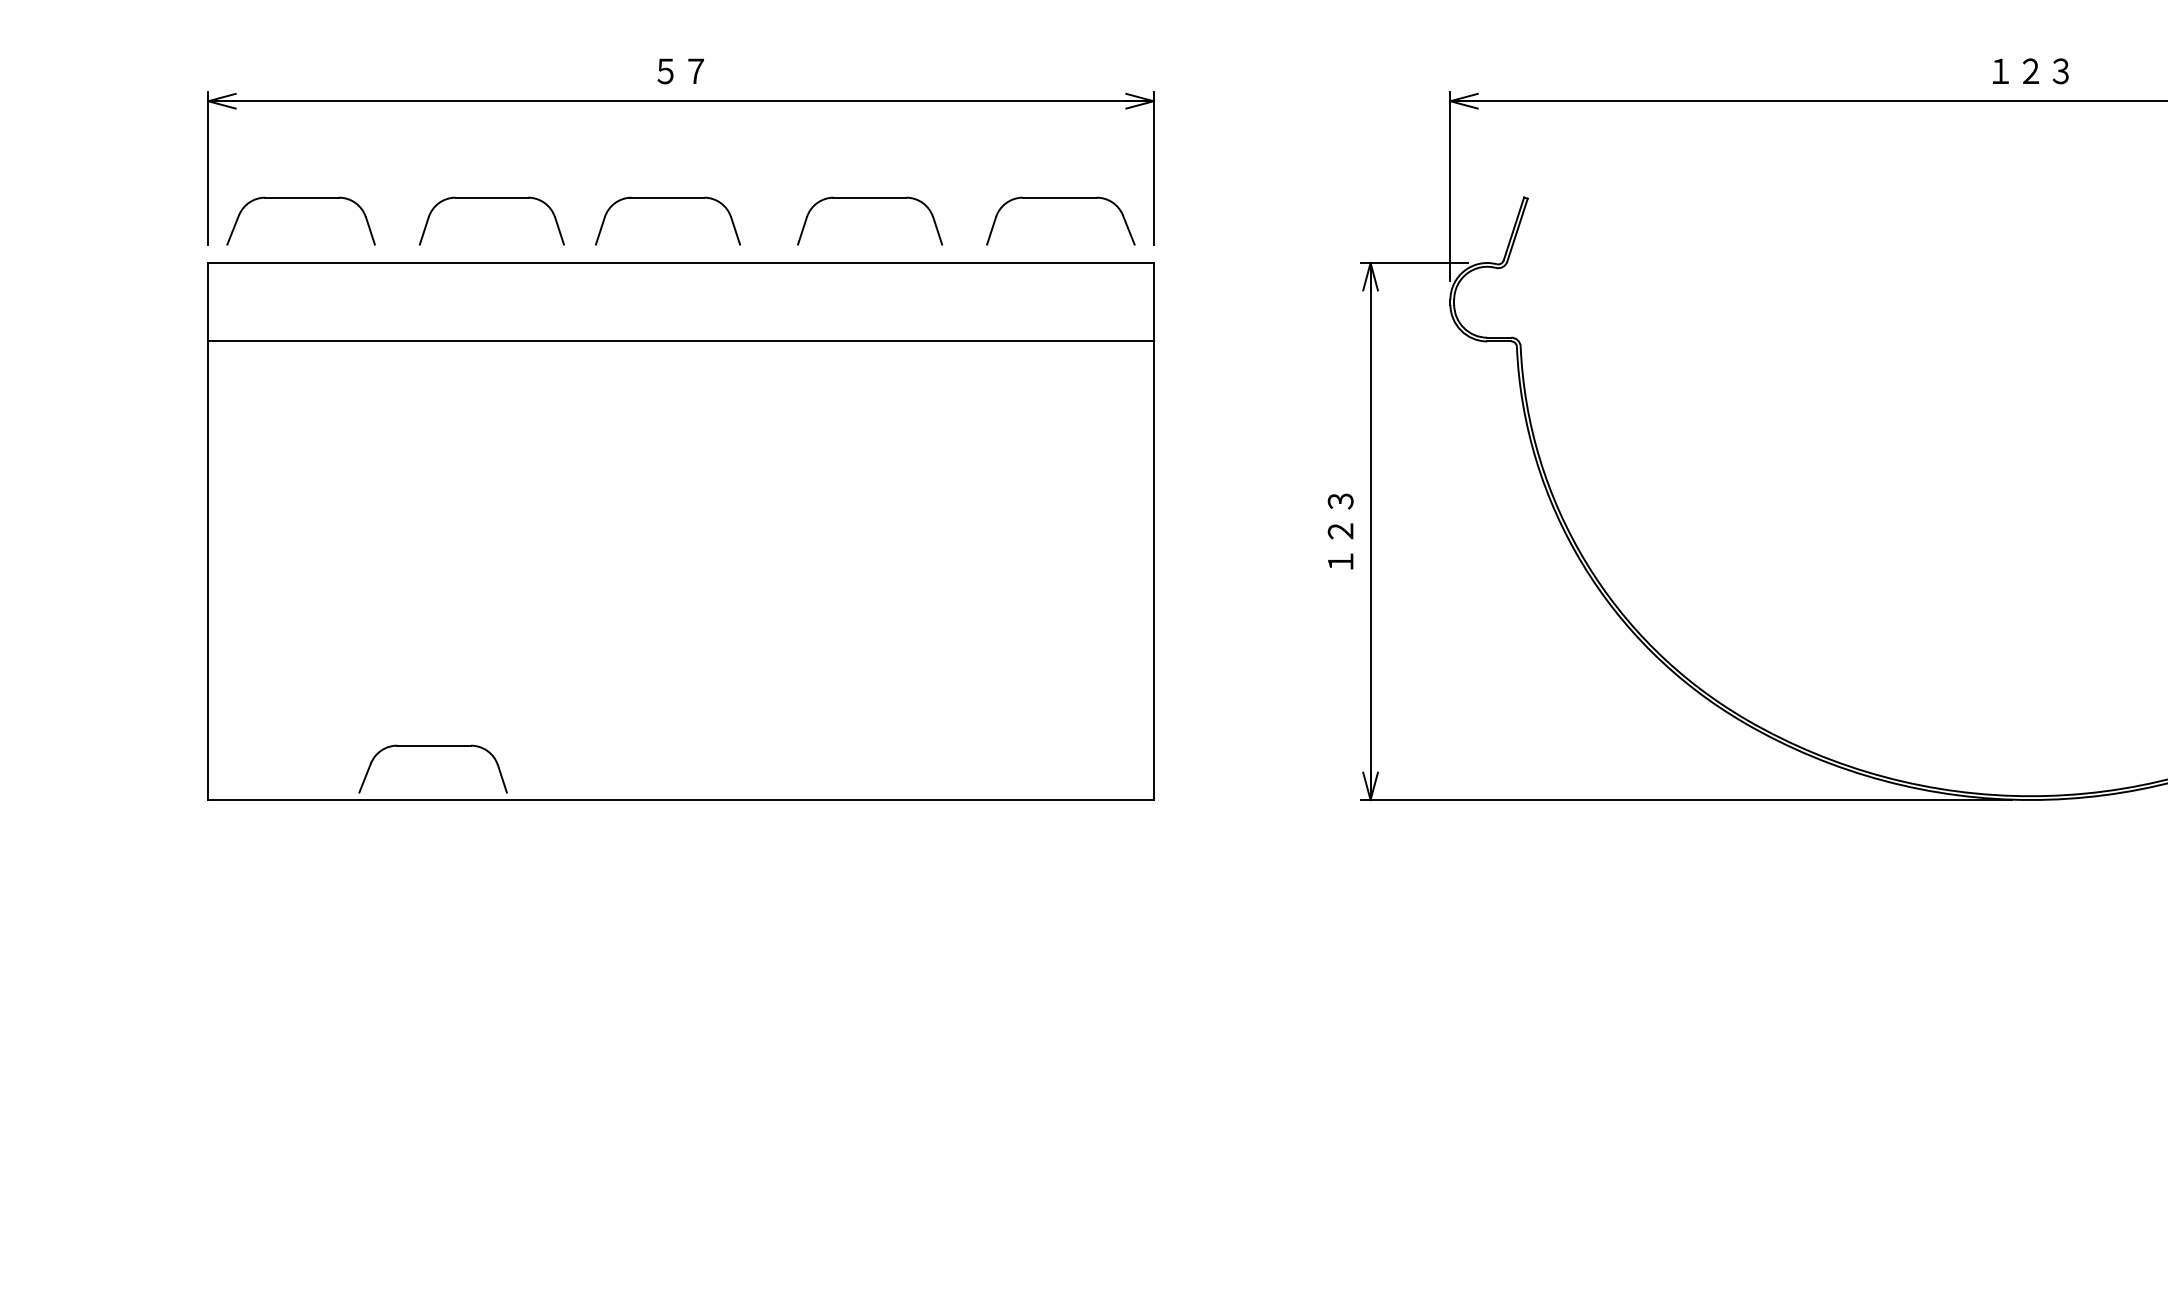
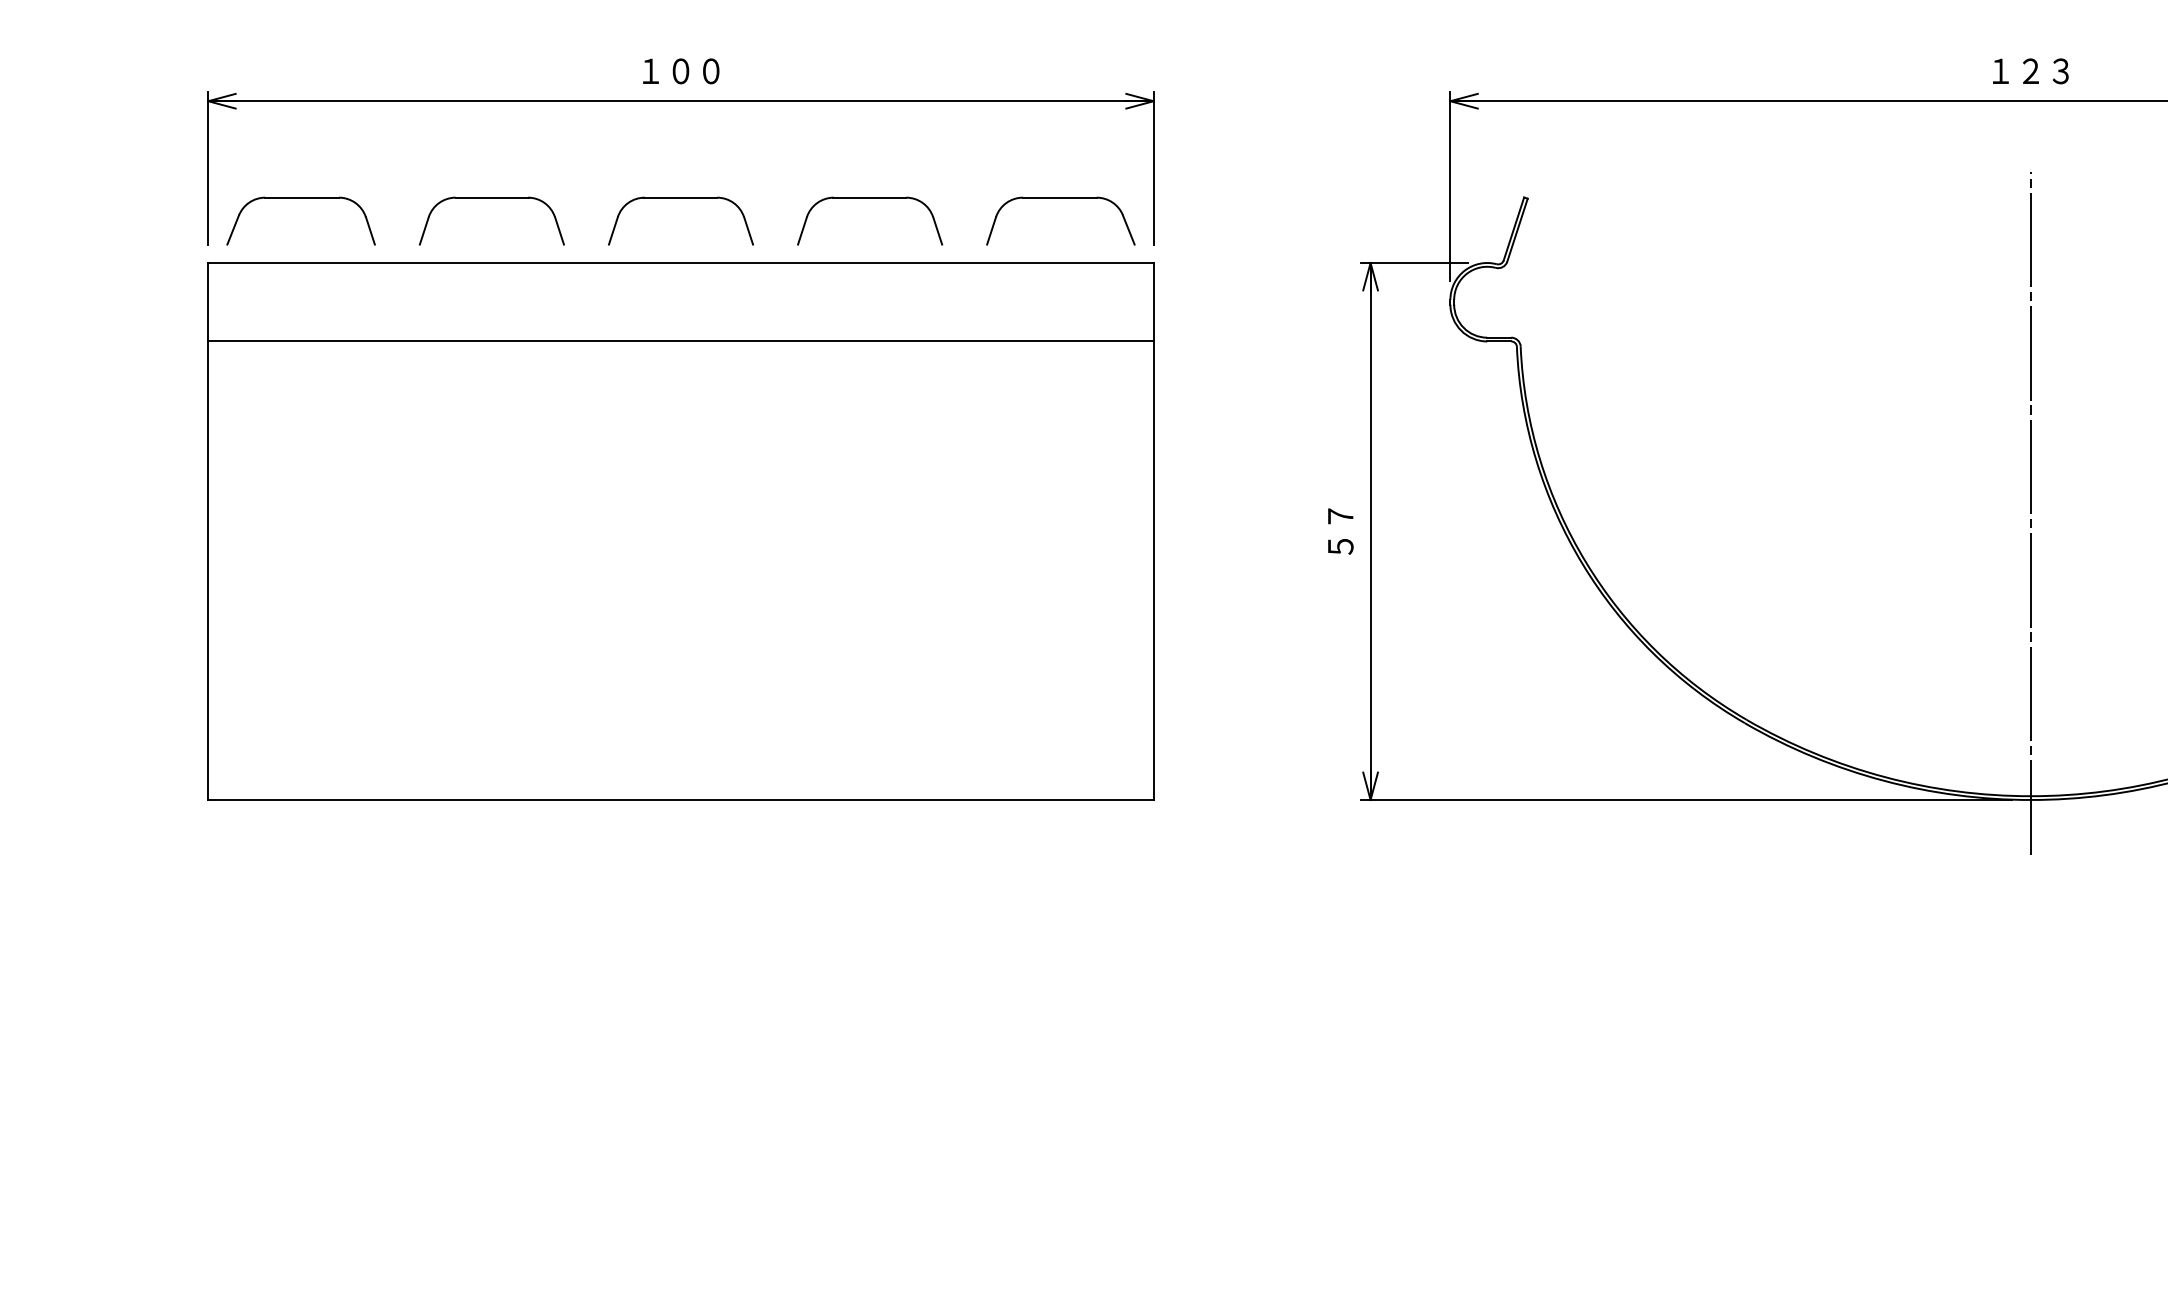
text at (681, 71): ５７ -> １００
part at (667, 198) position: (667, 198) -> (680, 198)
line at (2030, 512): none -> present
text at (1340, 531): １２３ -> ５７
part at (432, 746): present -> none
